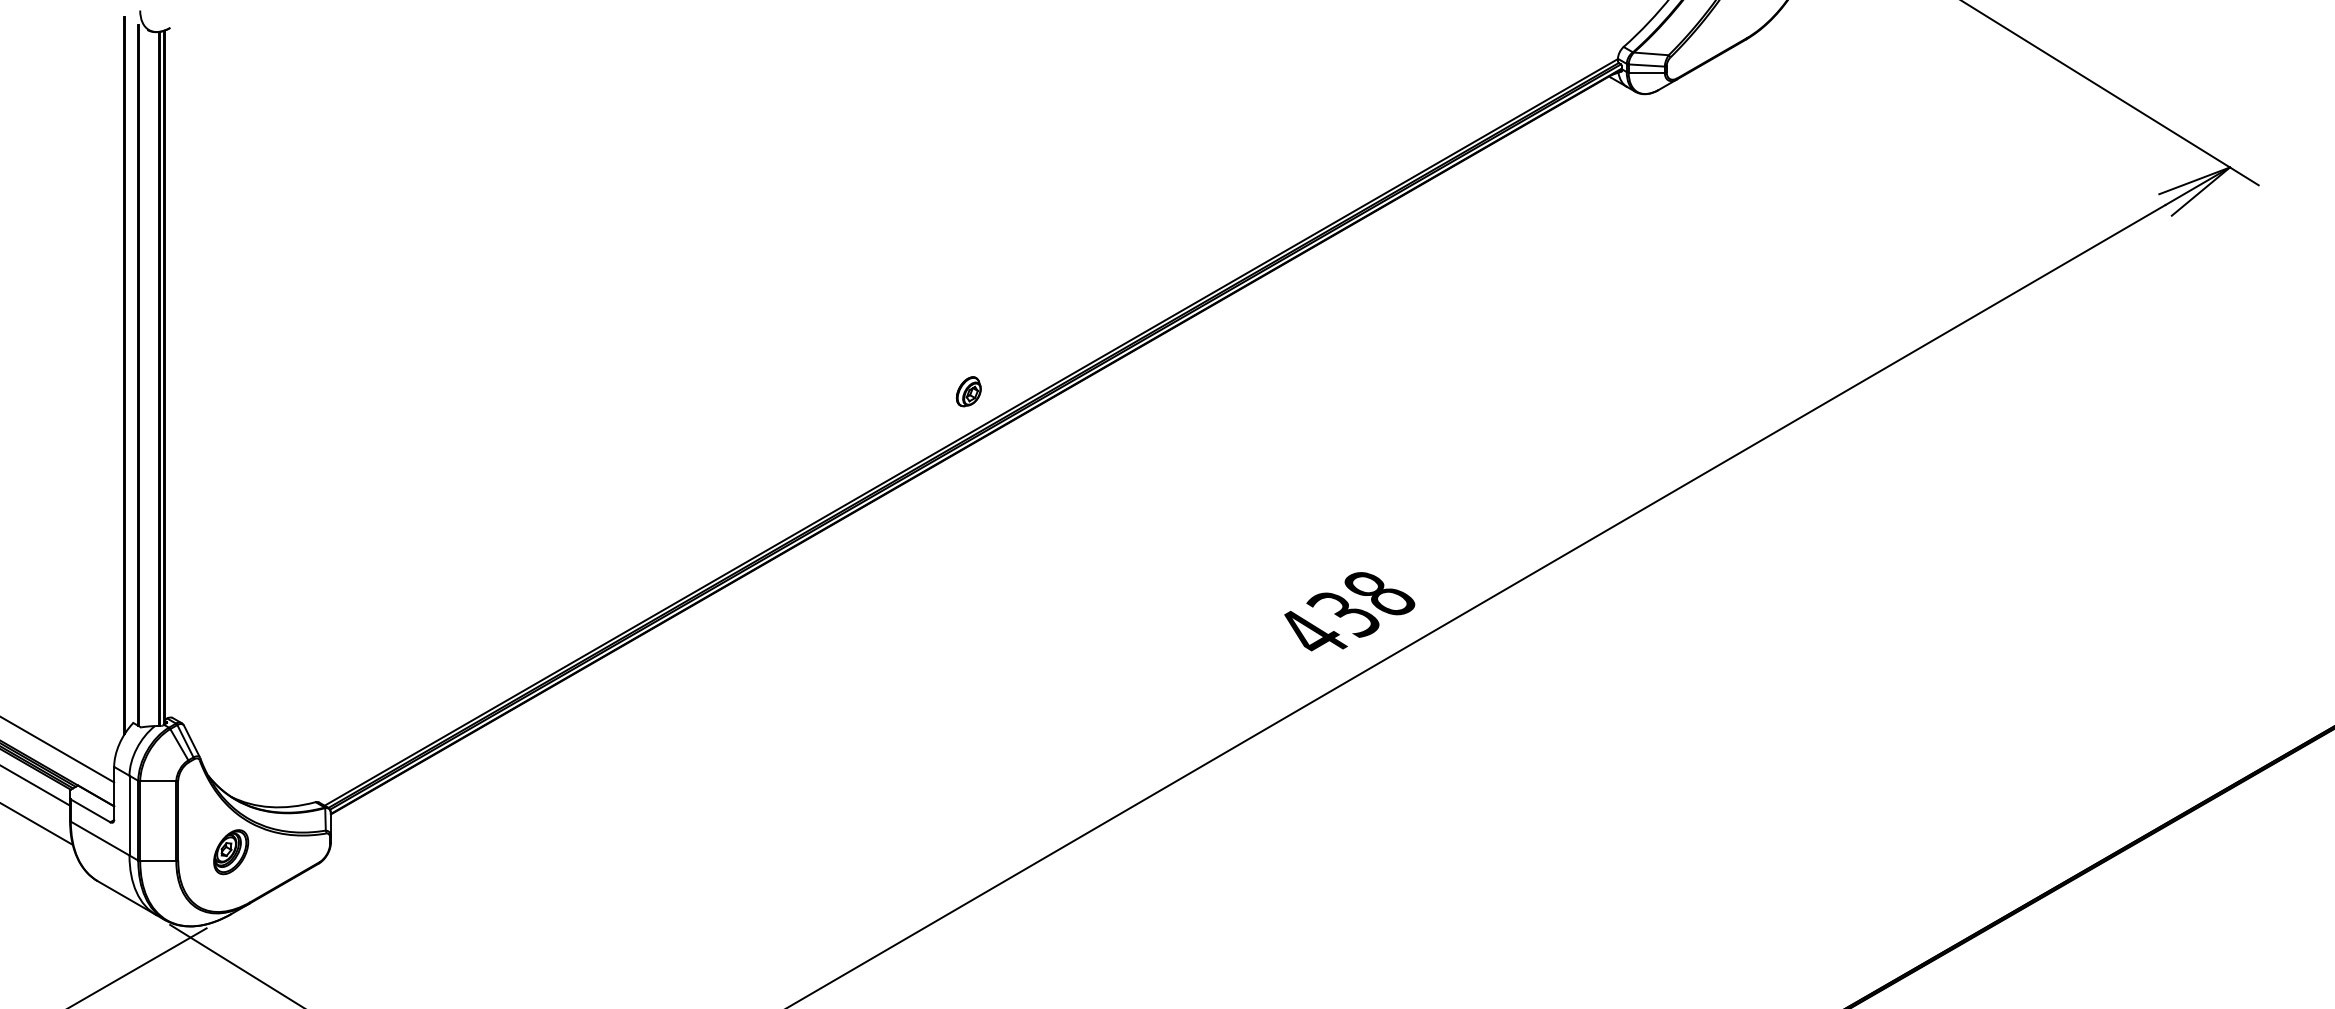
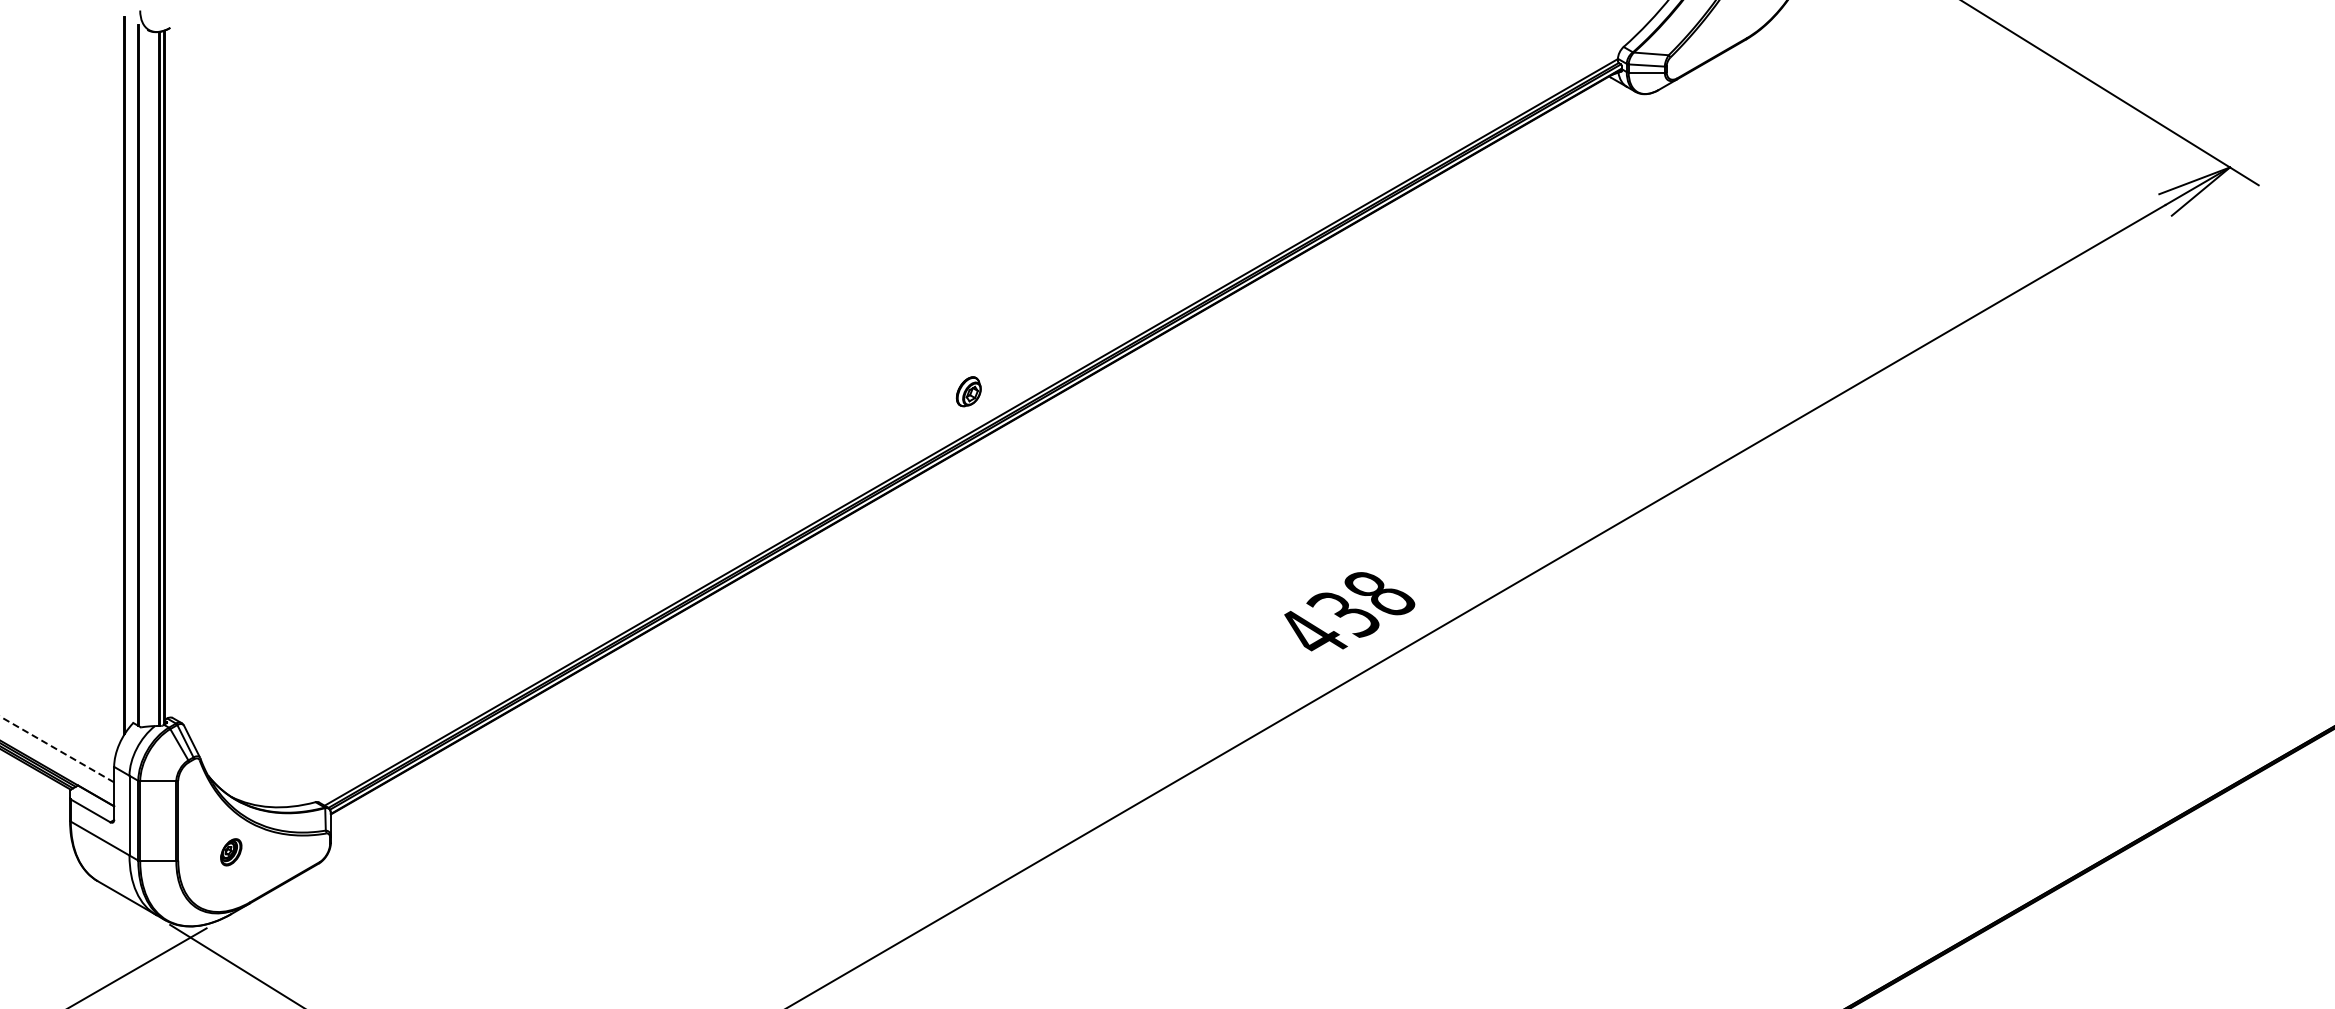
line at (57, 749): solid -> dashed
line at (36, 785): present -> none
line at (37, 824): present -> none
part at (231, 852) size: 37x47 px -> 23x29 px
